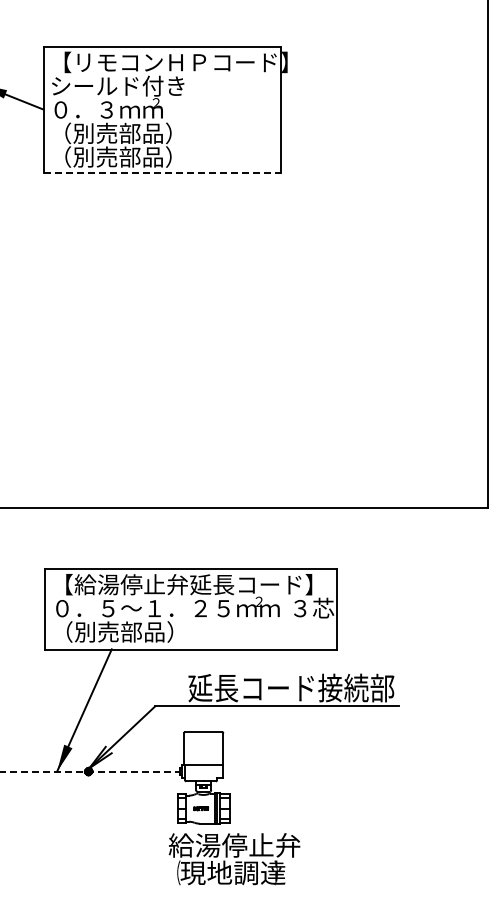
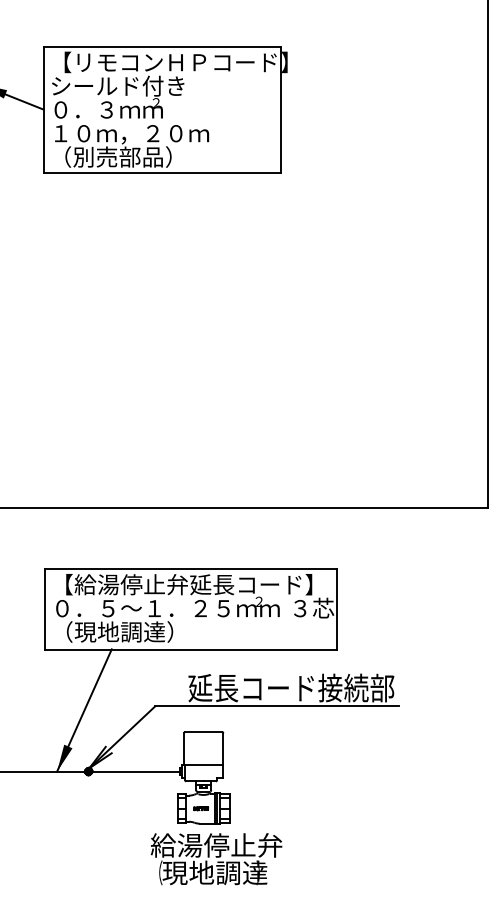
text at (132, 133): （別売部品） -> １０ｍ，２０ｍ
line at (162, 173): dashed -> solid
text at (119, 631): （別売部品） -> （現地調達）
line at (90, 771): dashed -> solid
text at (234, 859) position: (234, 859) -> (216, 859)
